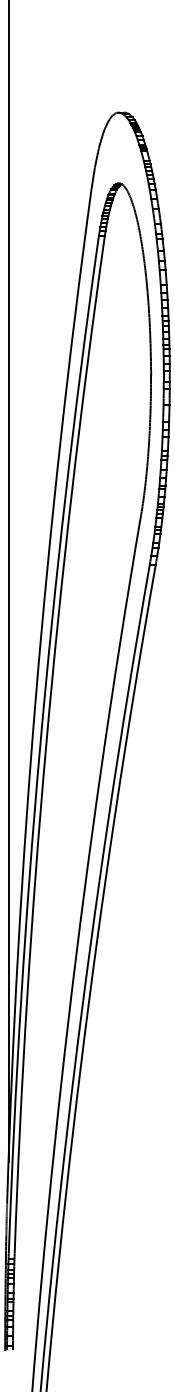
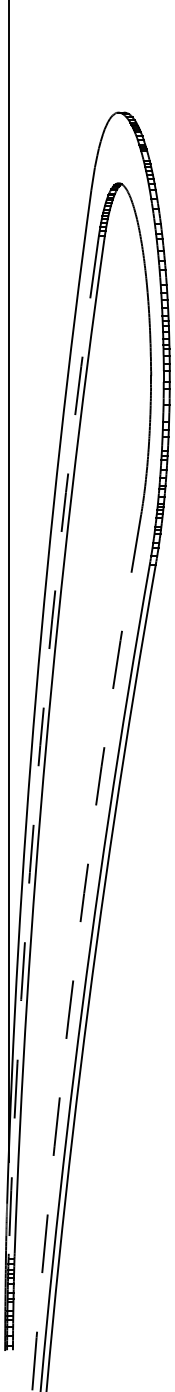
arc at (40, 745): solid -> dashed
arc at (76, 952): solid -> dashed
